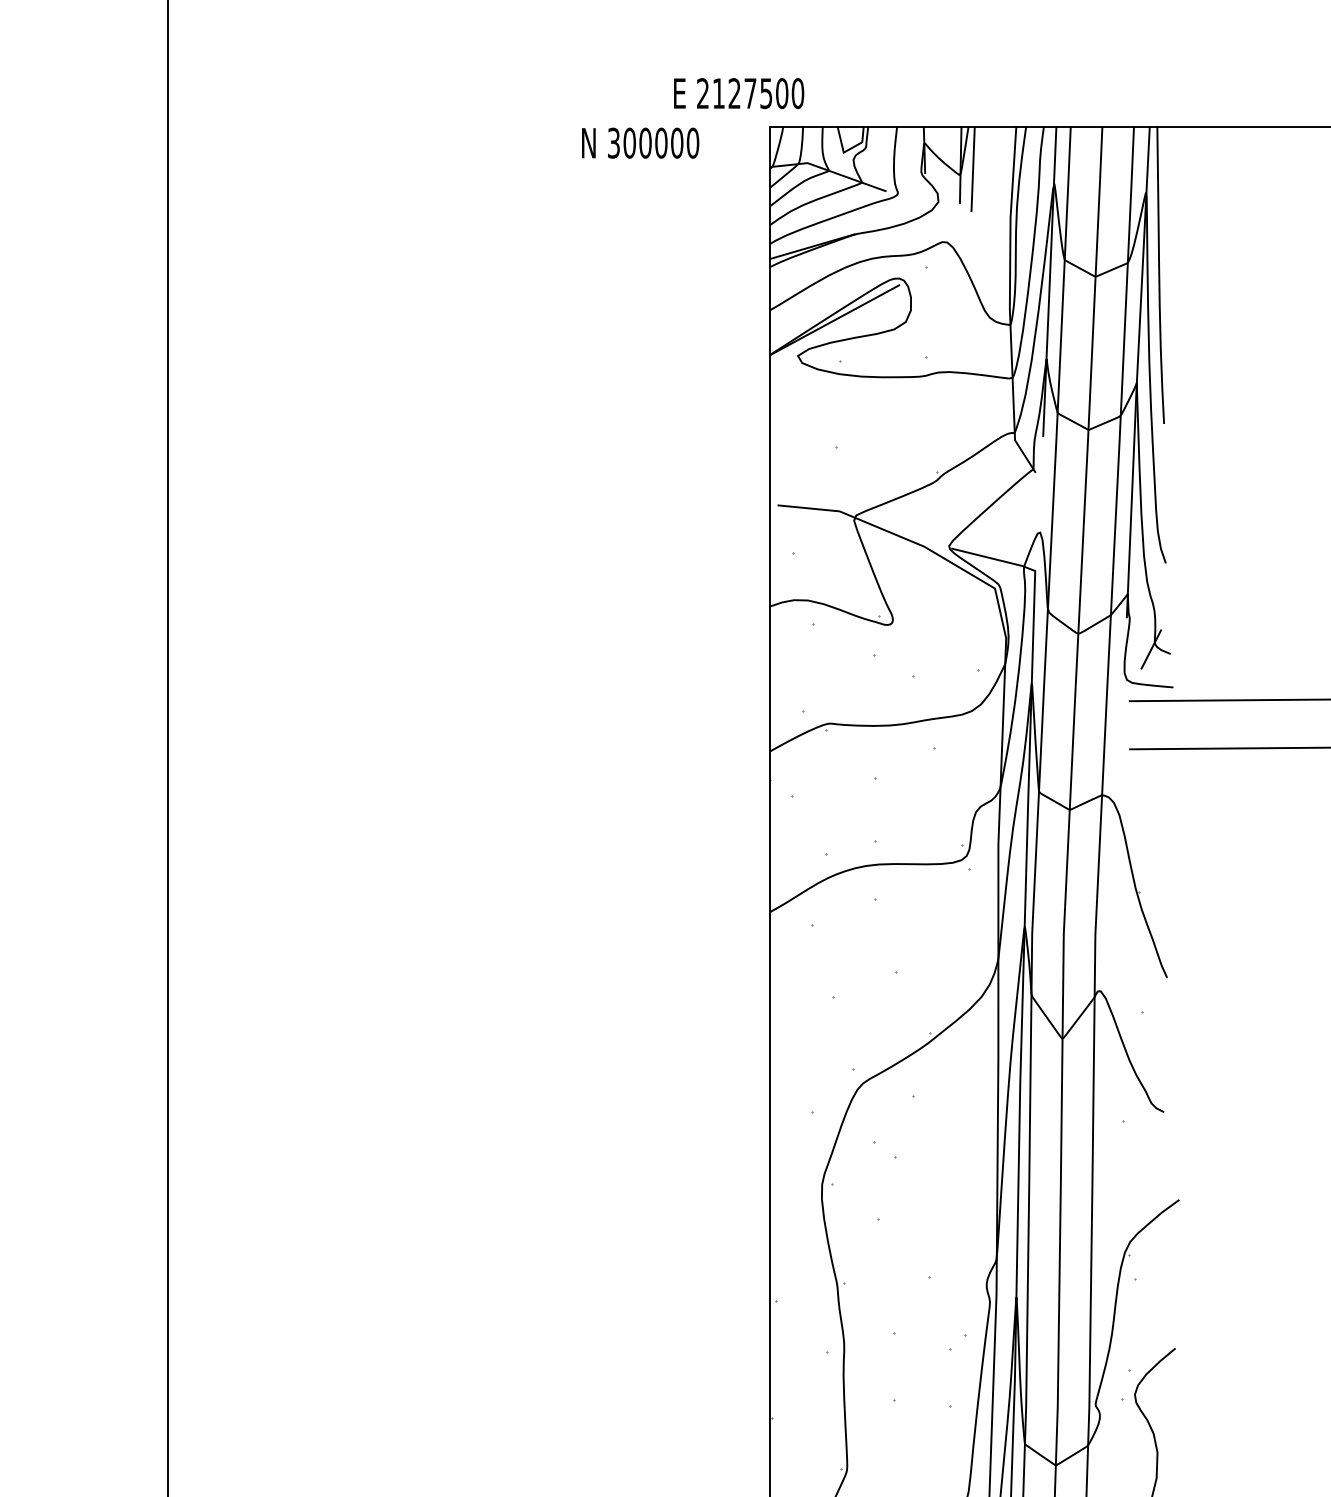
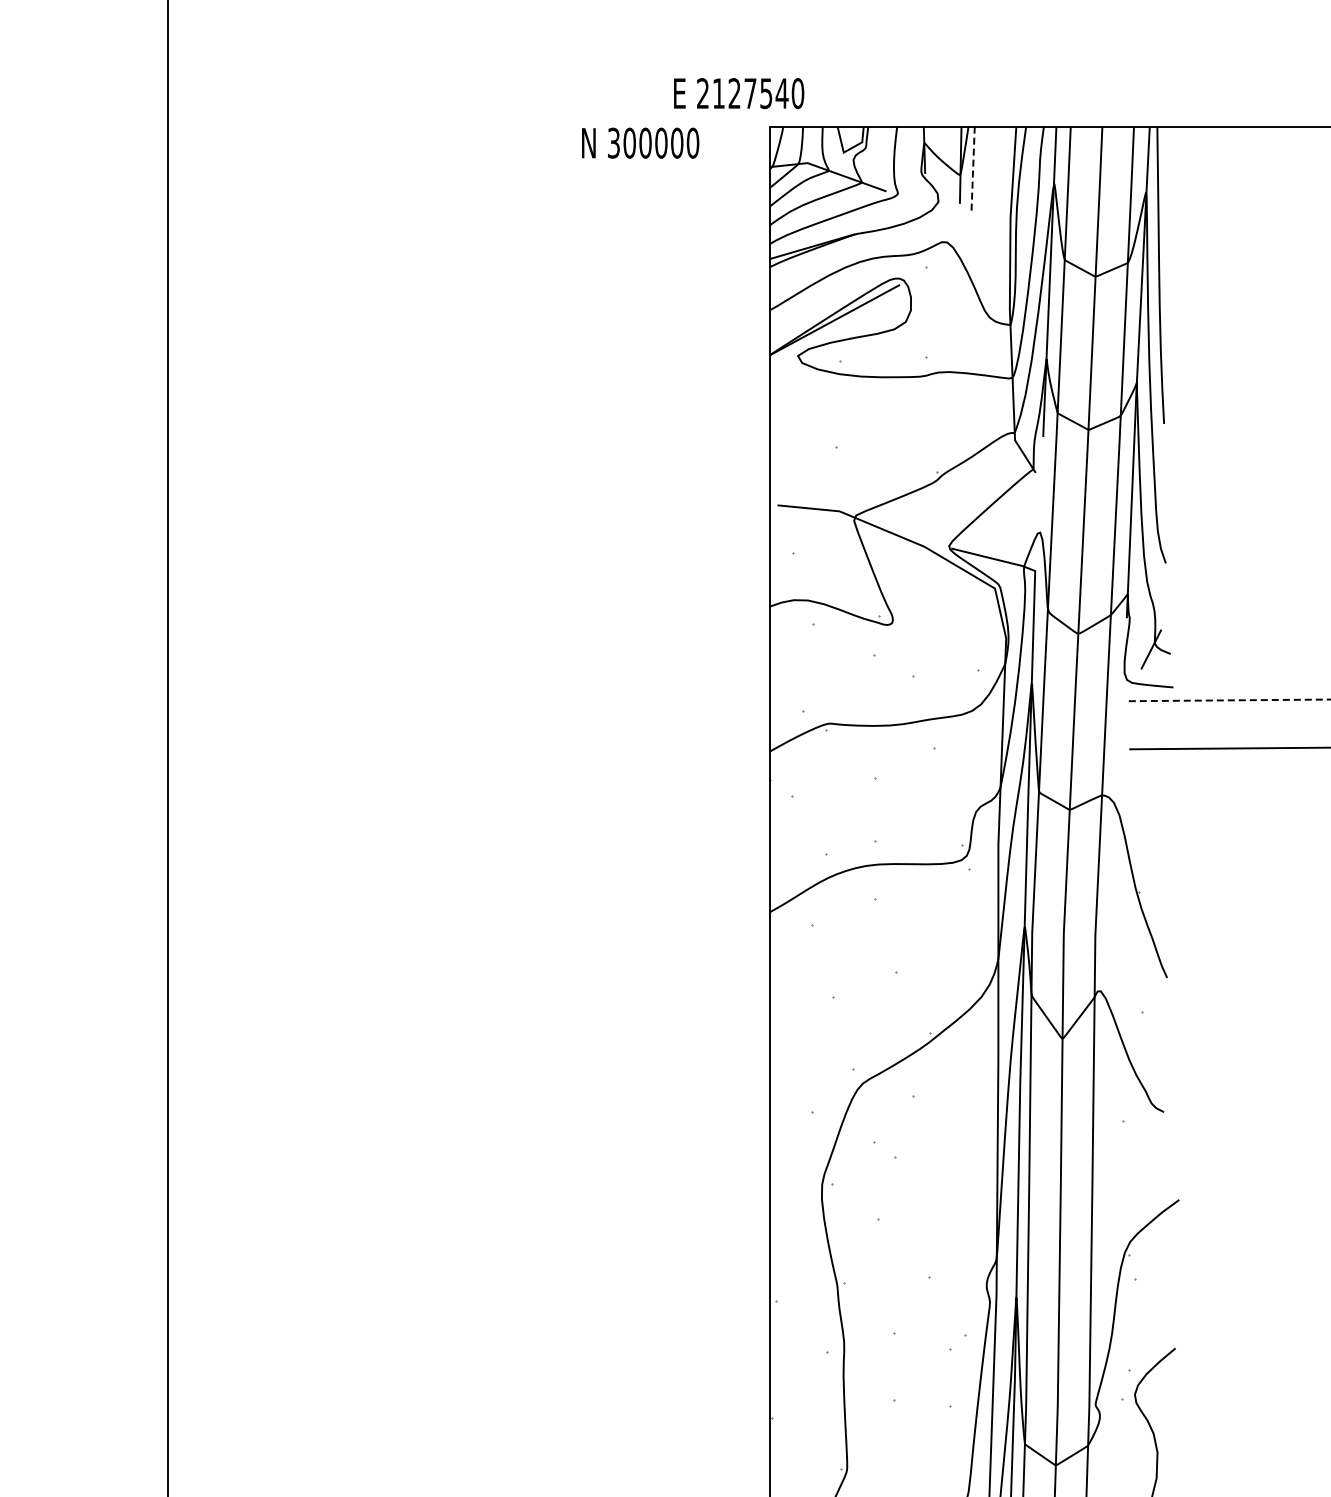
text at (781, 93): 2127500 -> 2127540
line at (973, 169): solid -> dashed
line at (1229, 700): solid -> dashed
